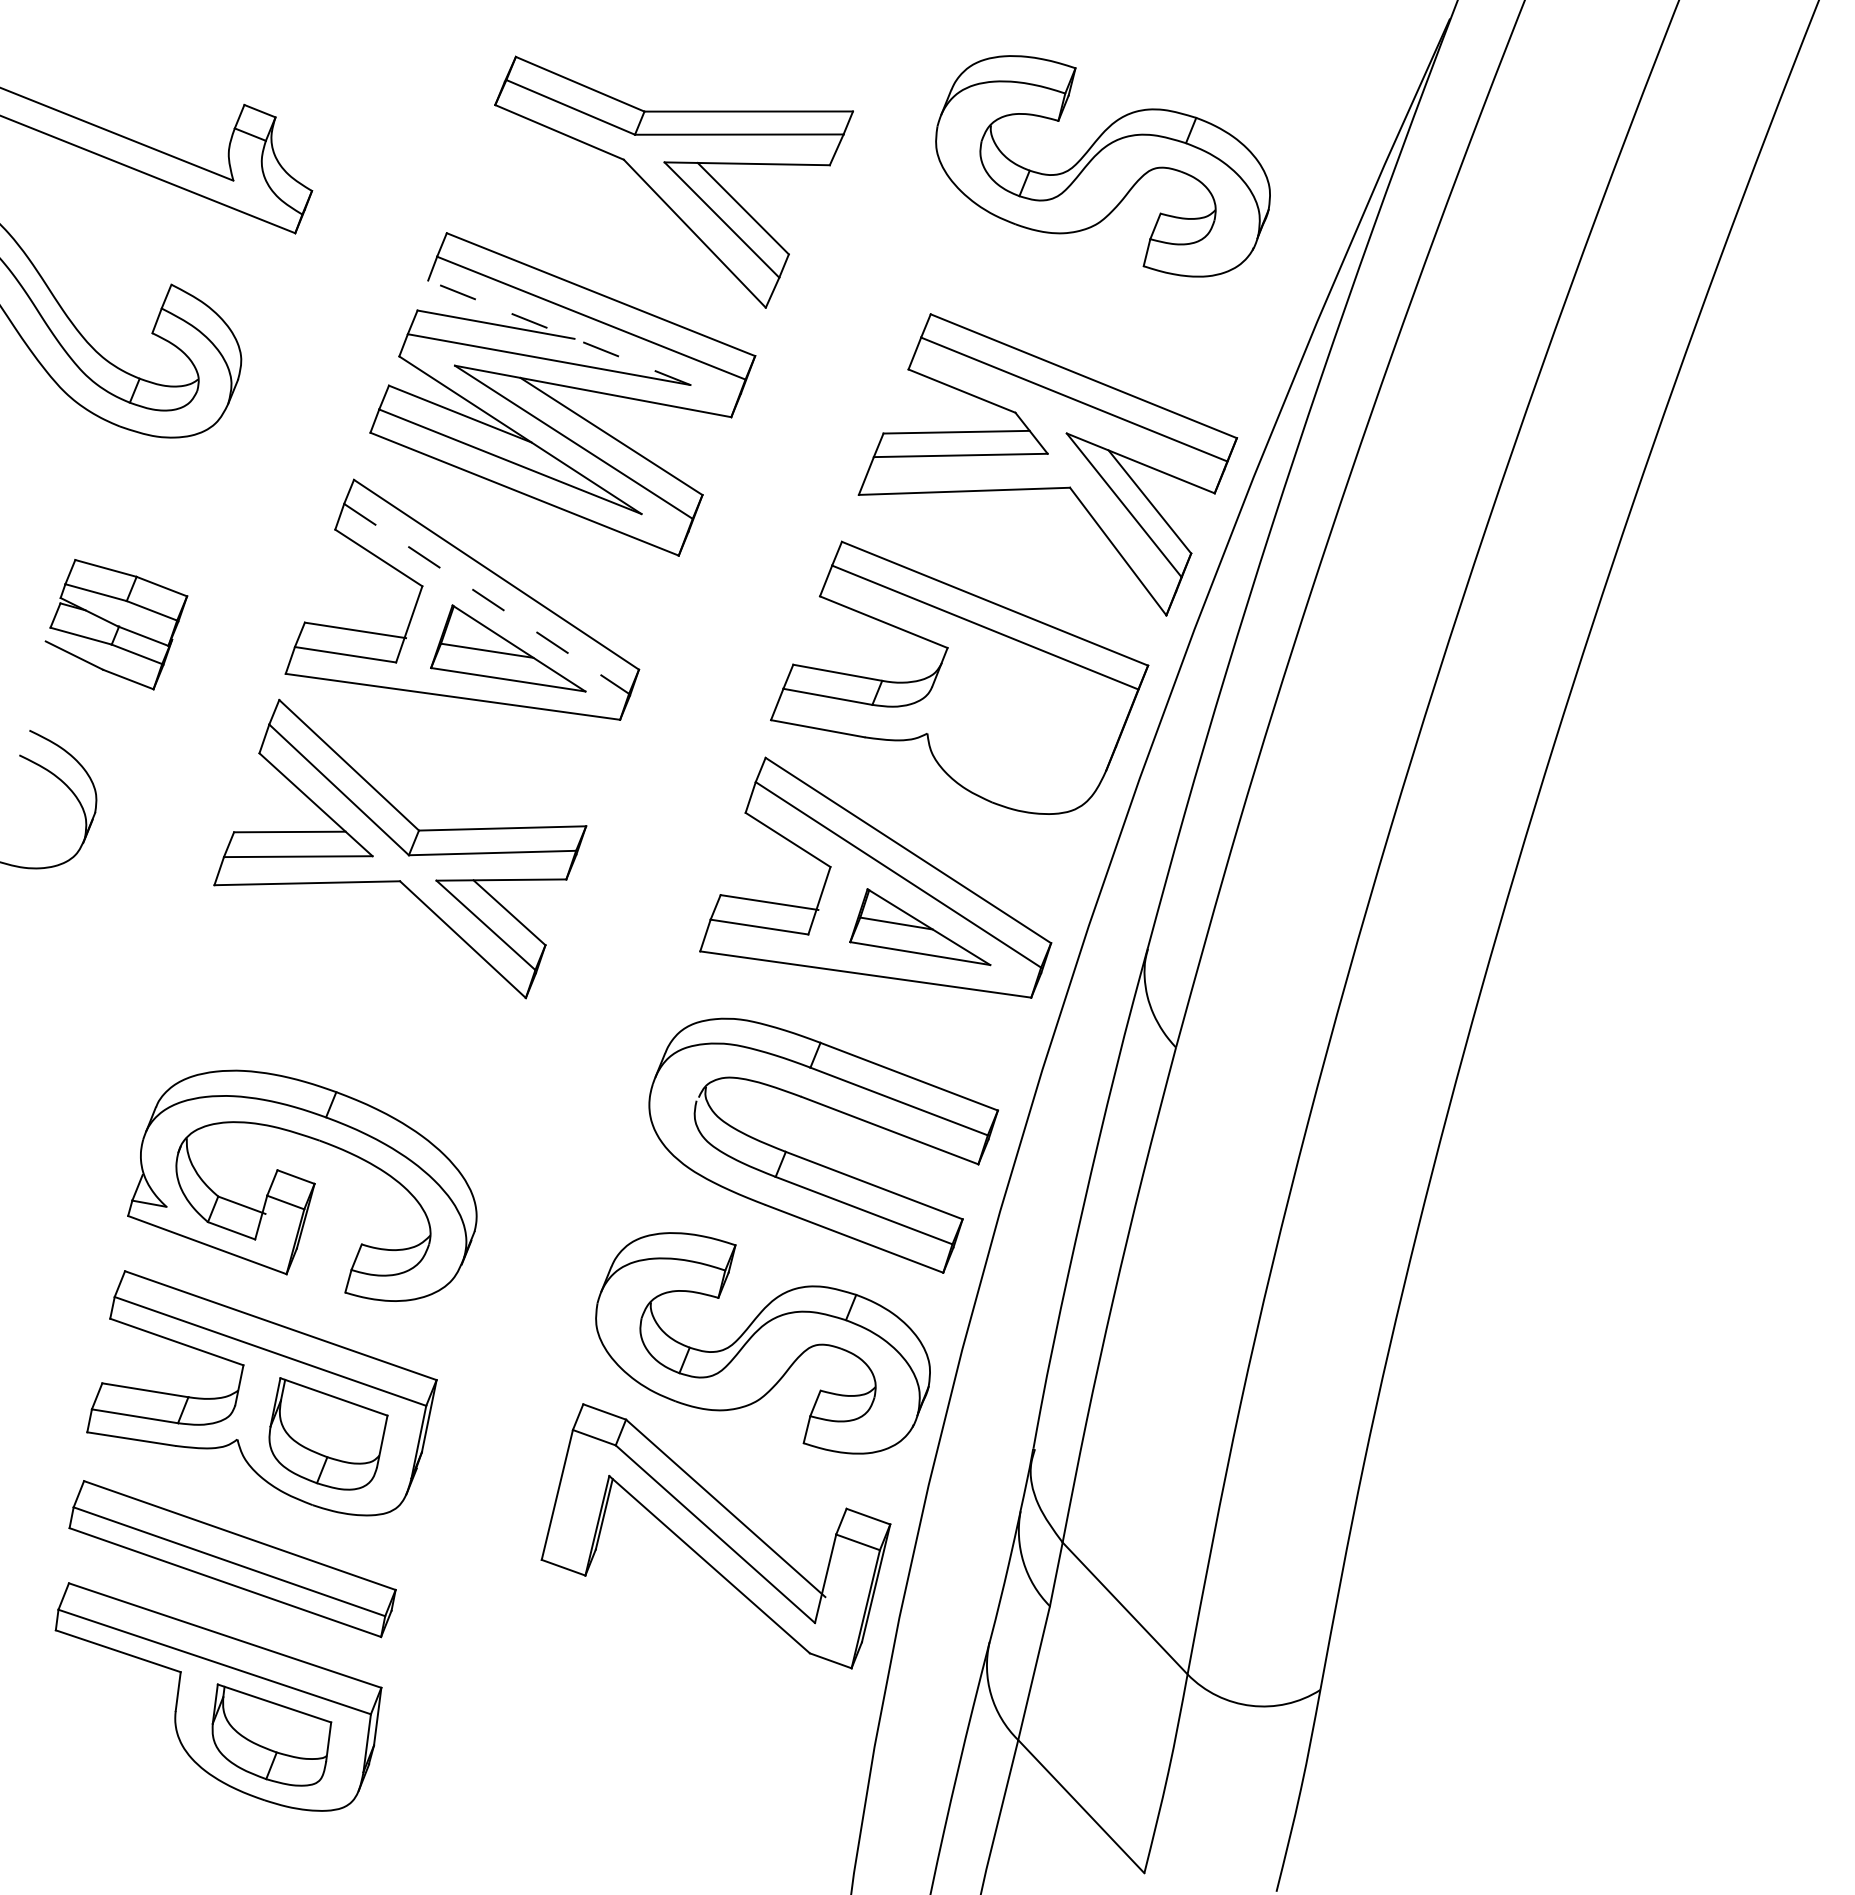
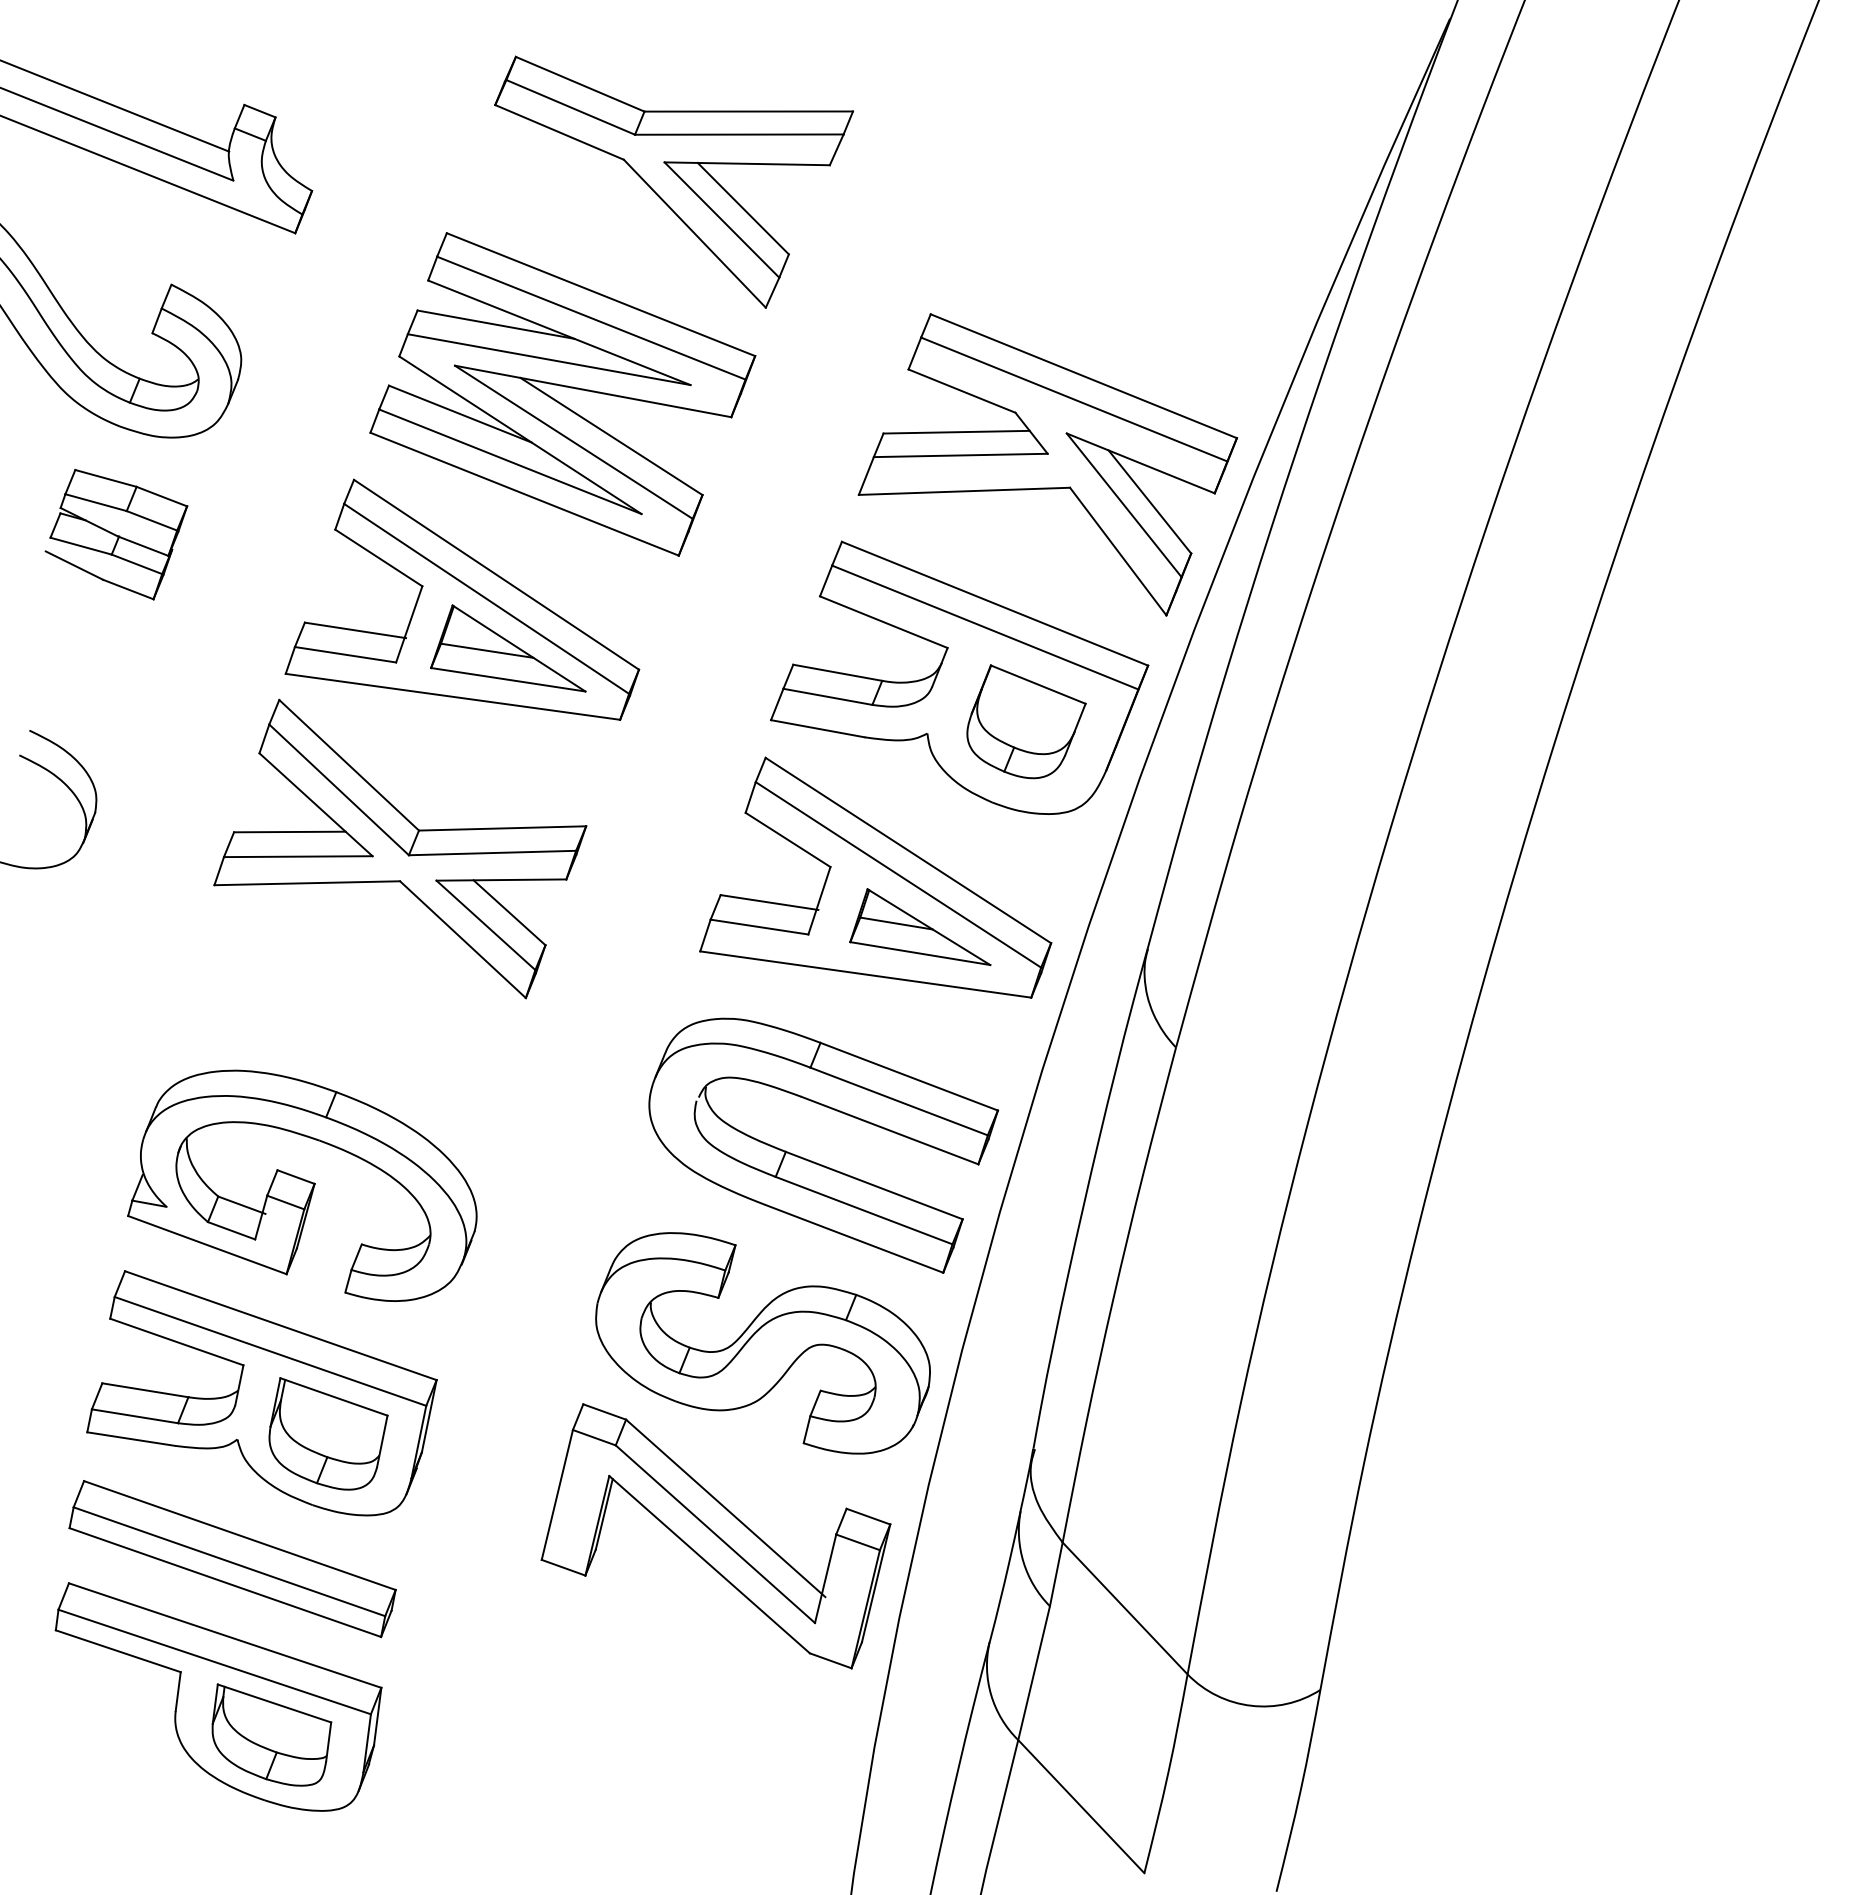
line at (115, 106): none -> present
part at (1102, 166): present -> none
line at (558, 332): dashed -> solid
line at (487, 599): dashed -> solid
part at (116, 624) position: (116, 624) -> (116, 534)
part at (1026, 721): none -> present
